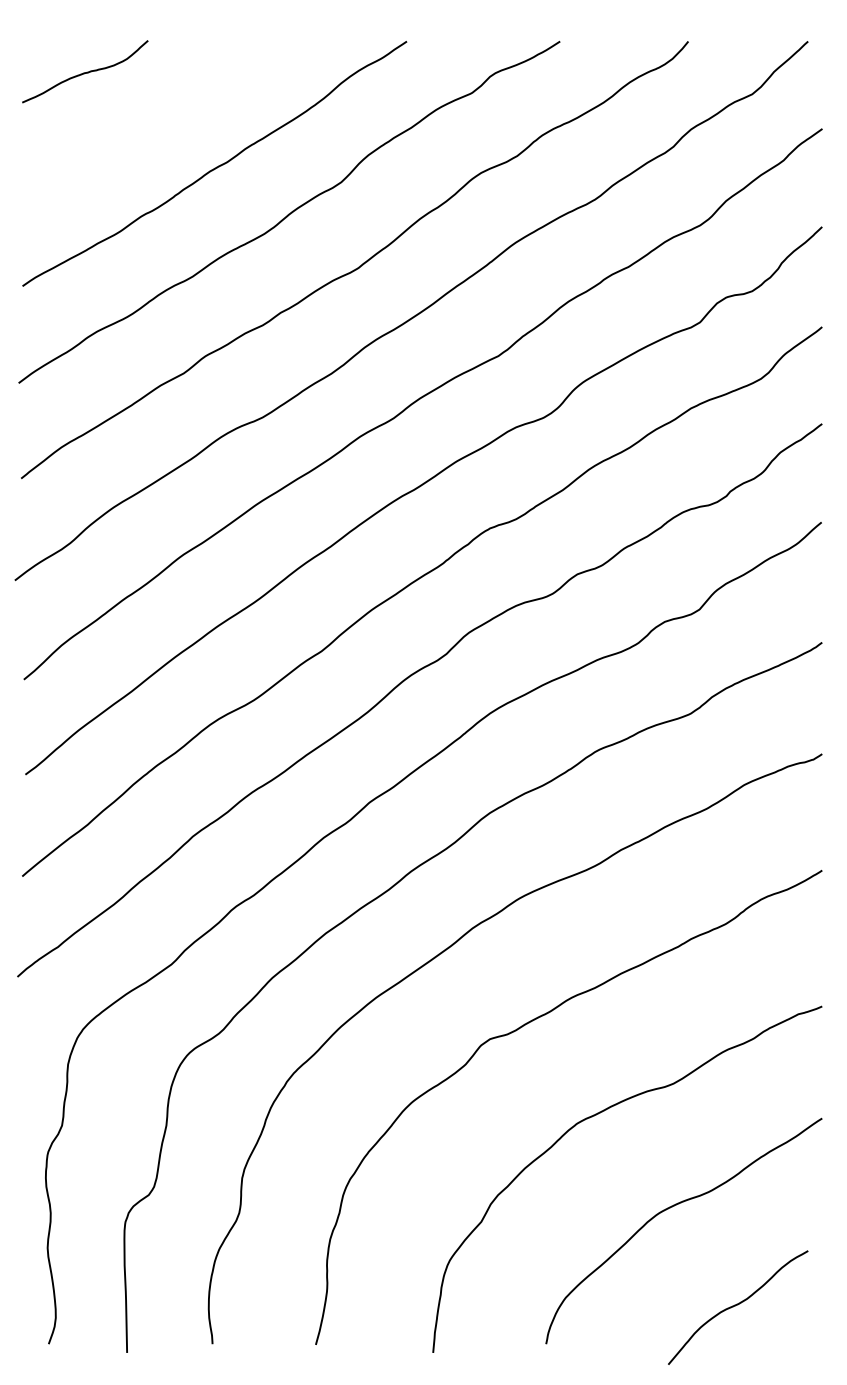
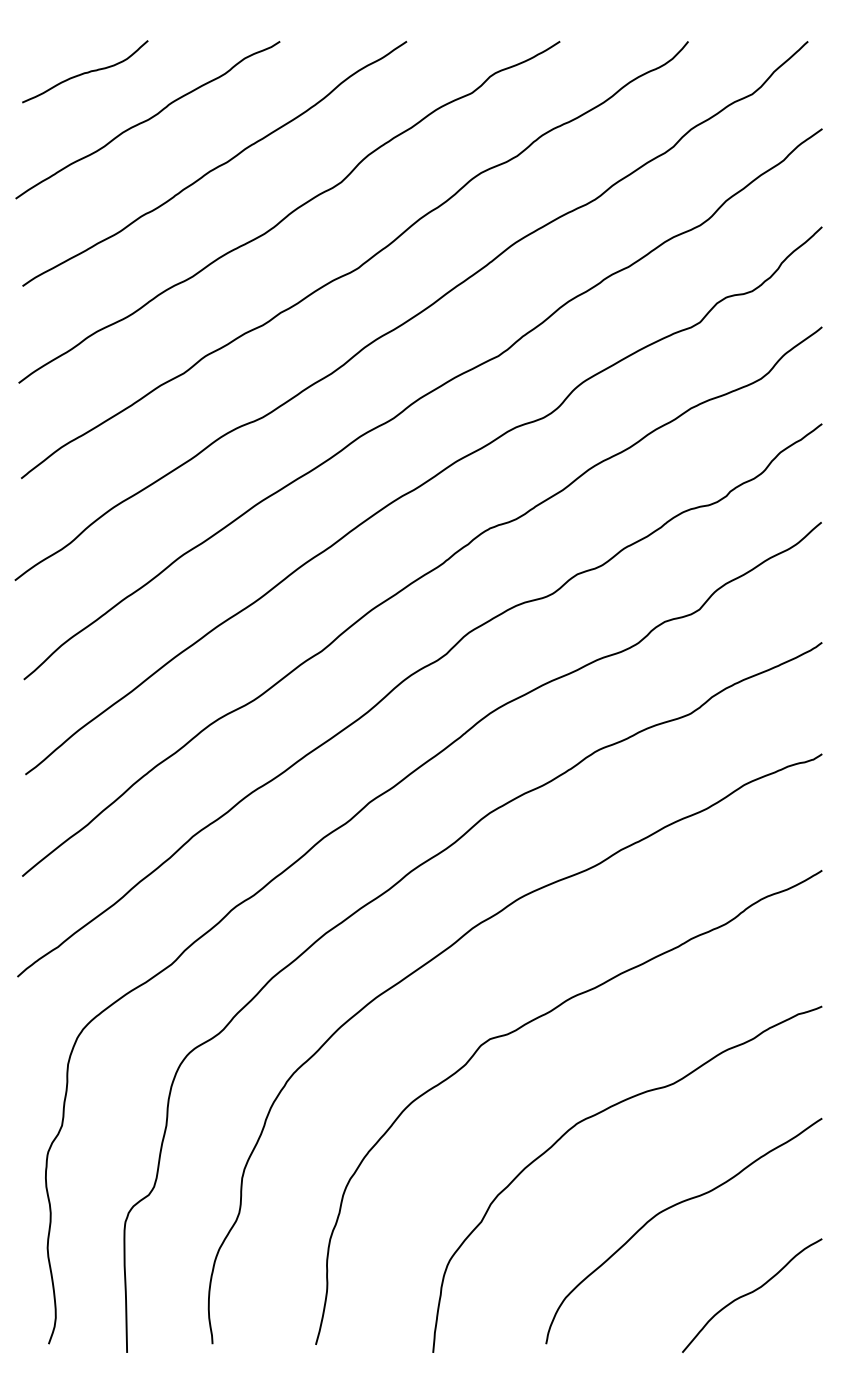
curve at (147, 120): none -> present
curve at (737, 1305) position: (737, 1305) -> (751, 1293)
